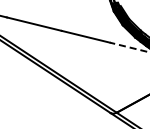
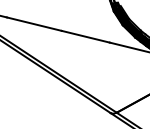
line at (129, 47): dashed -> solid
